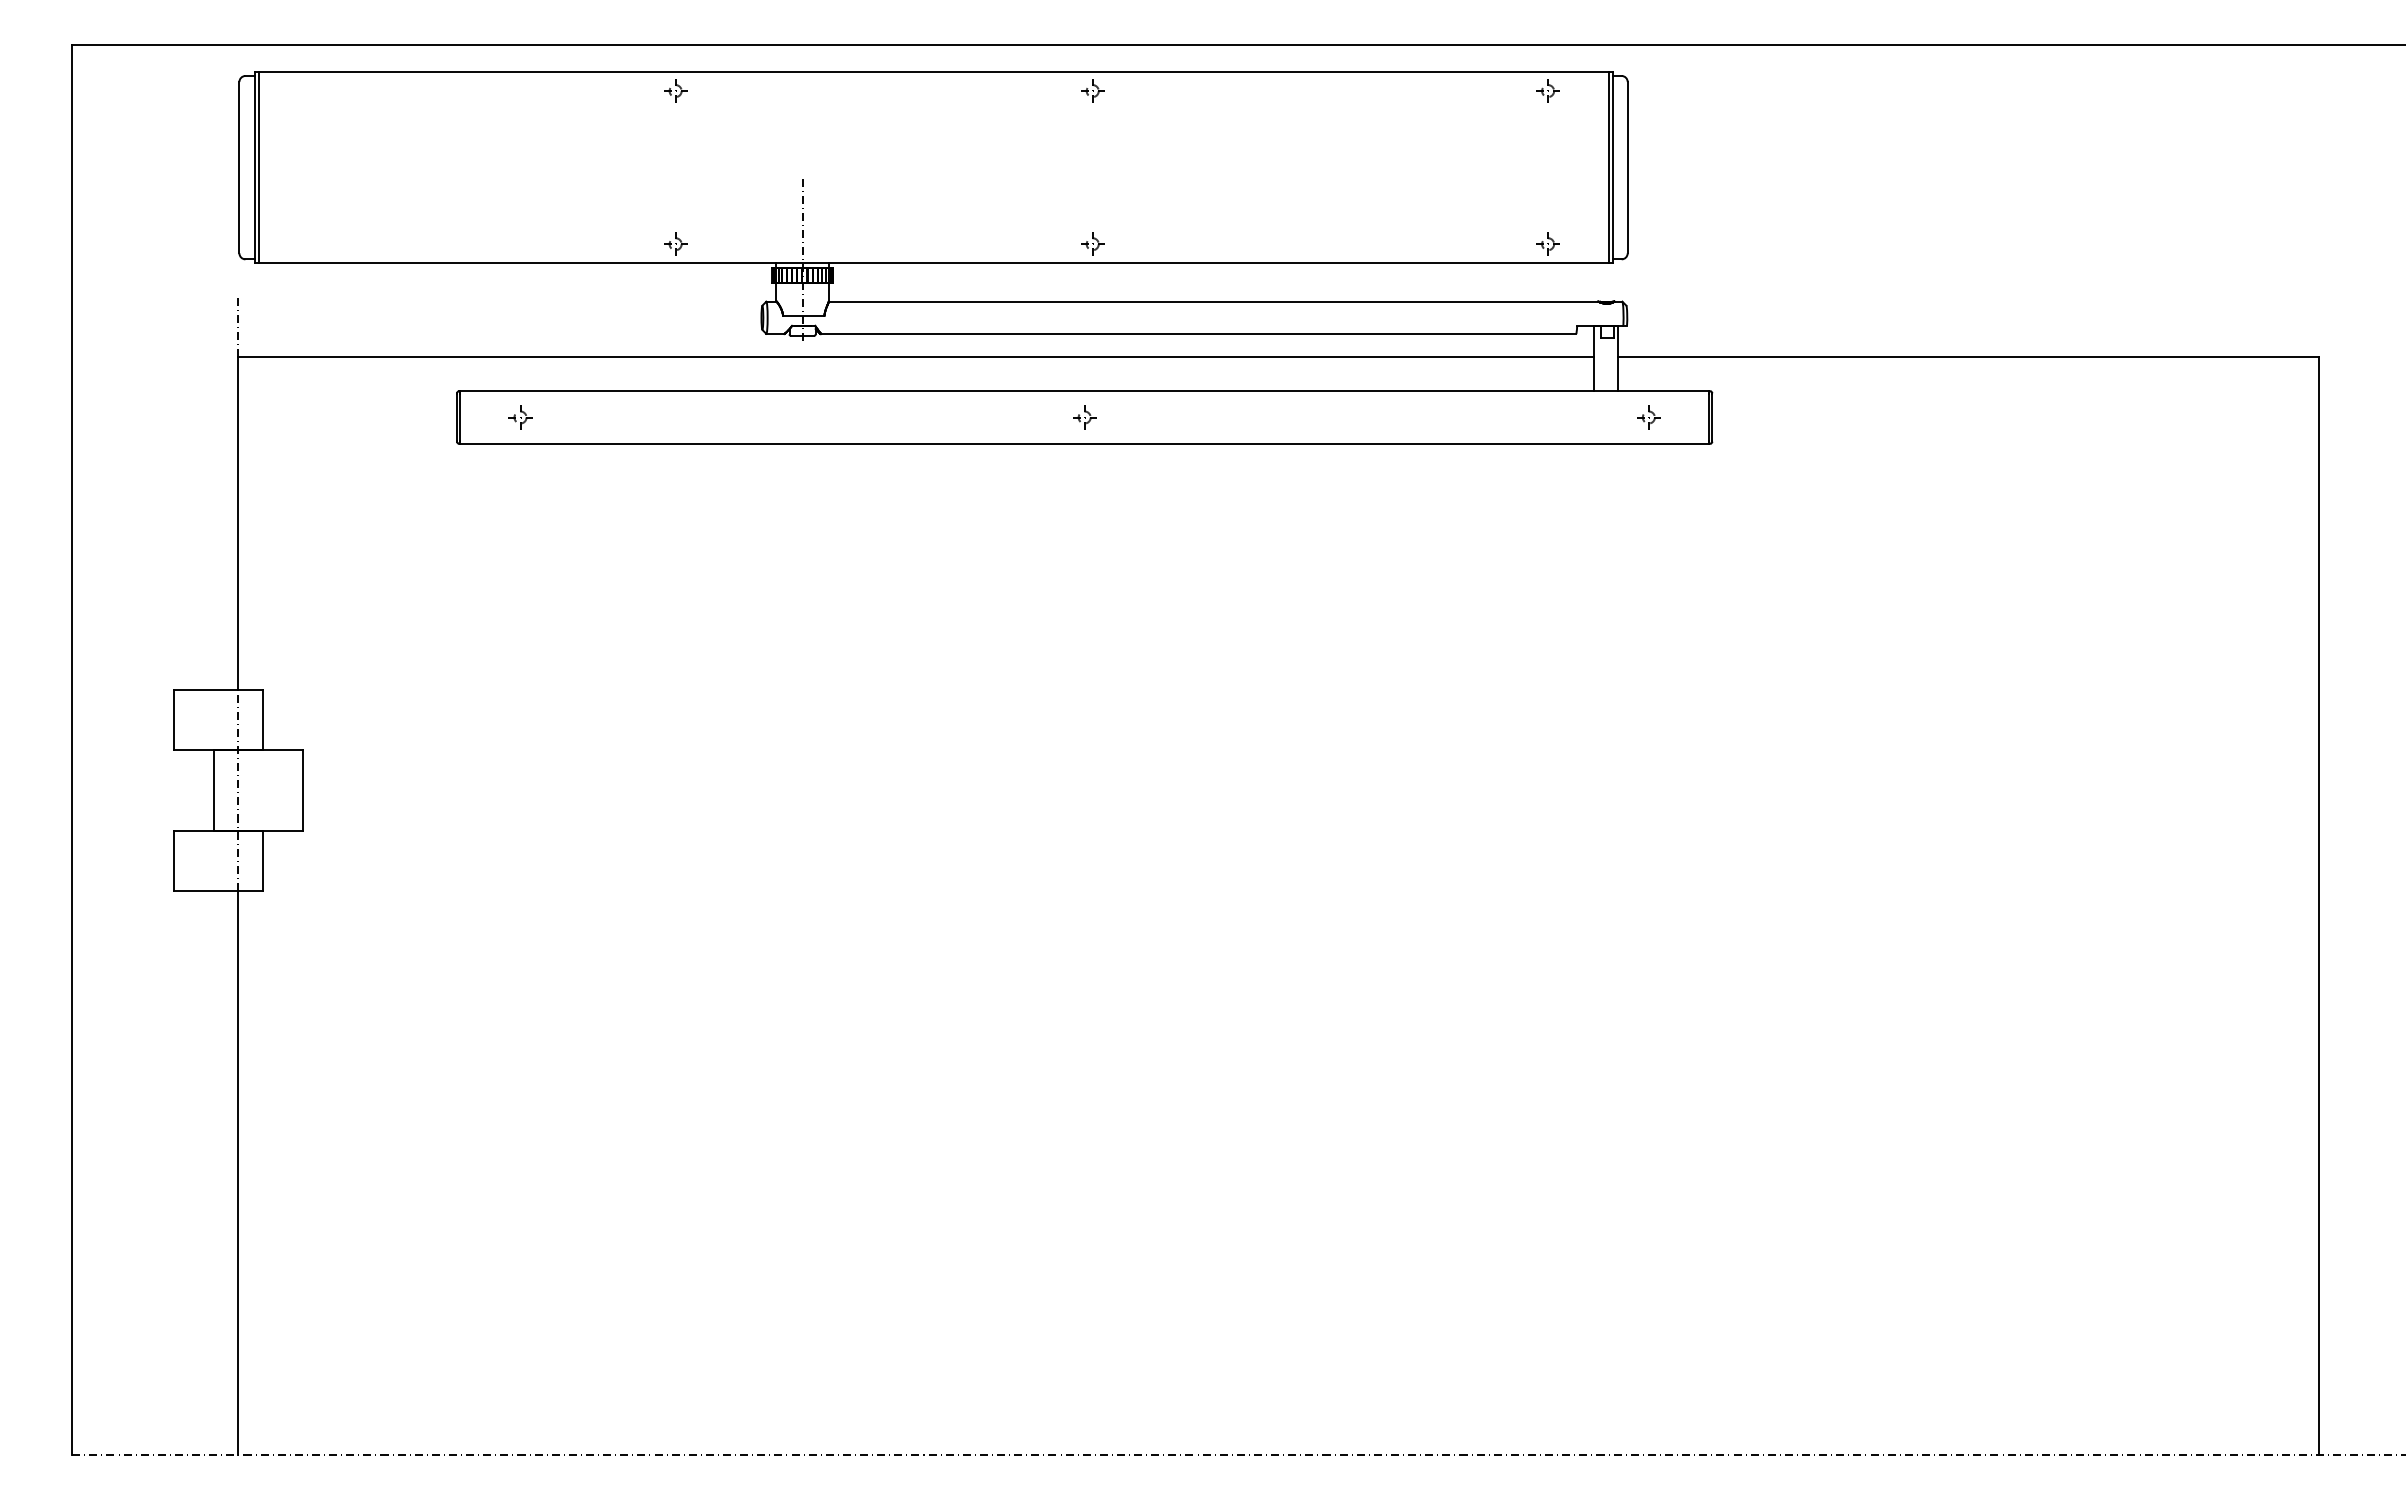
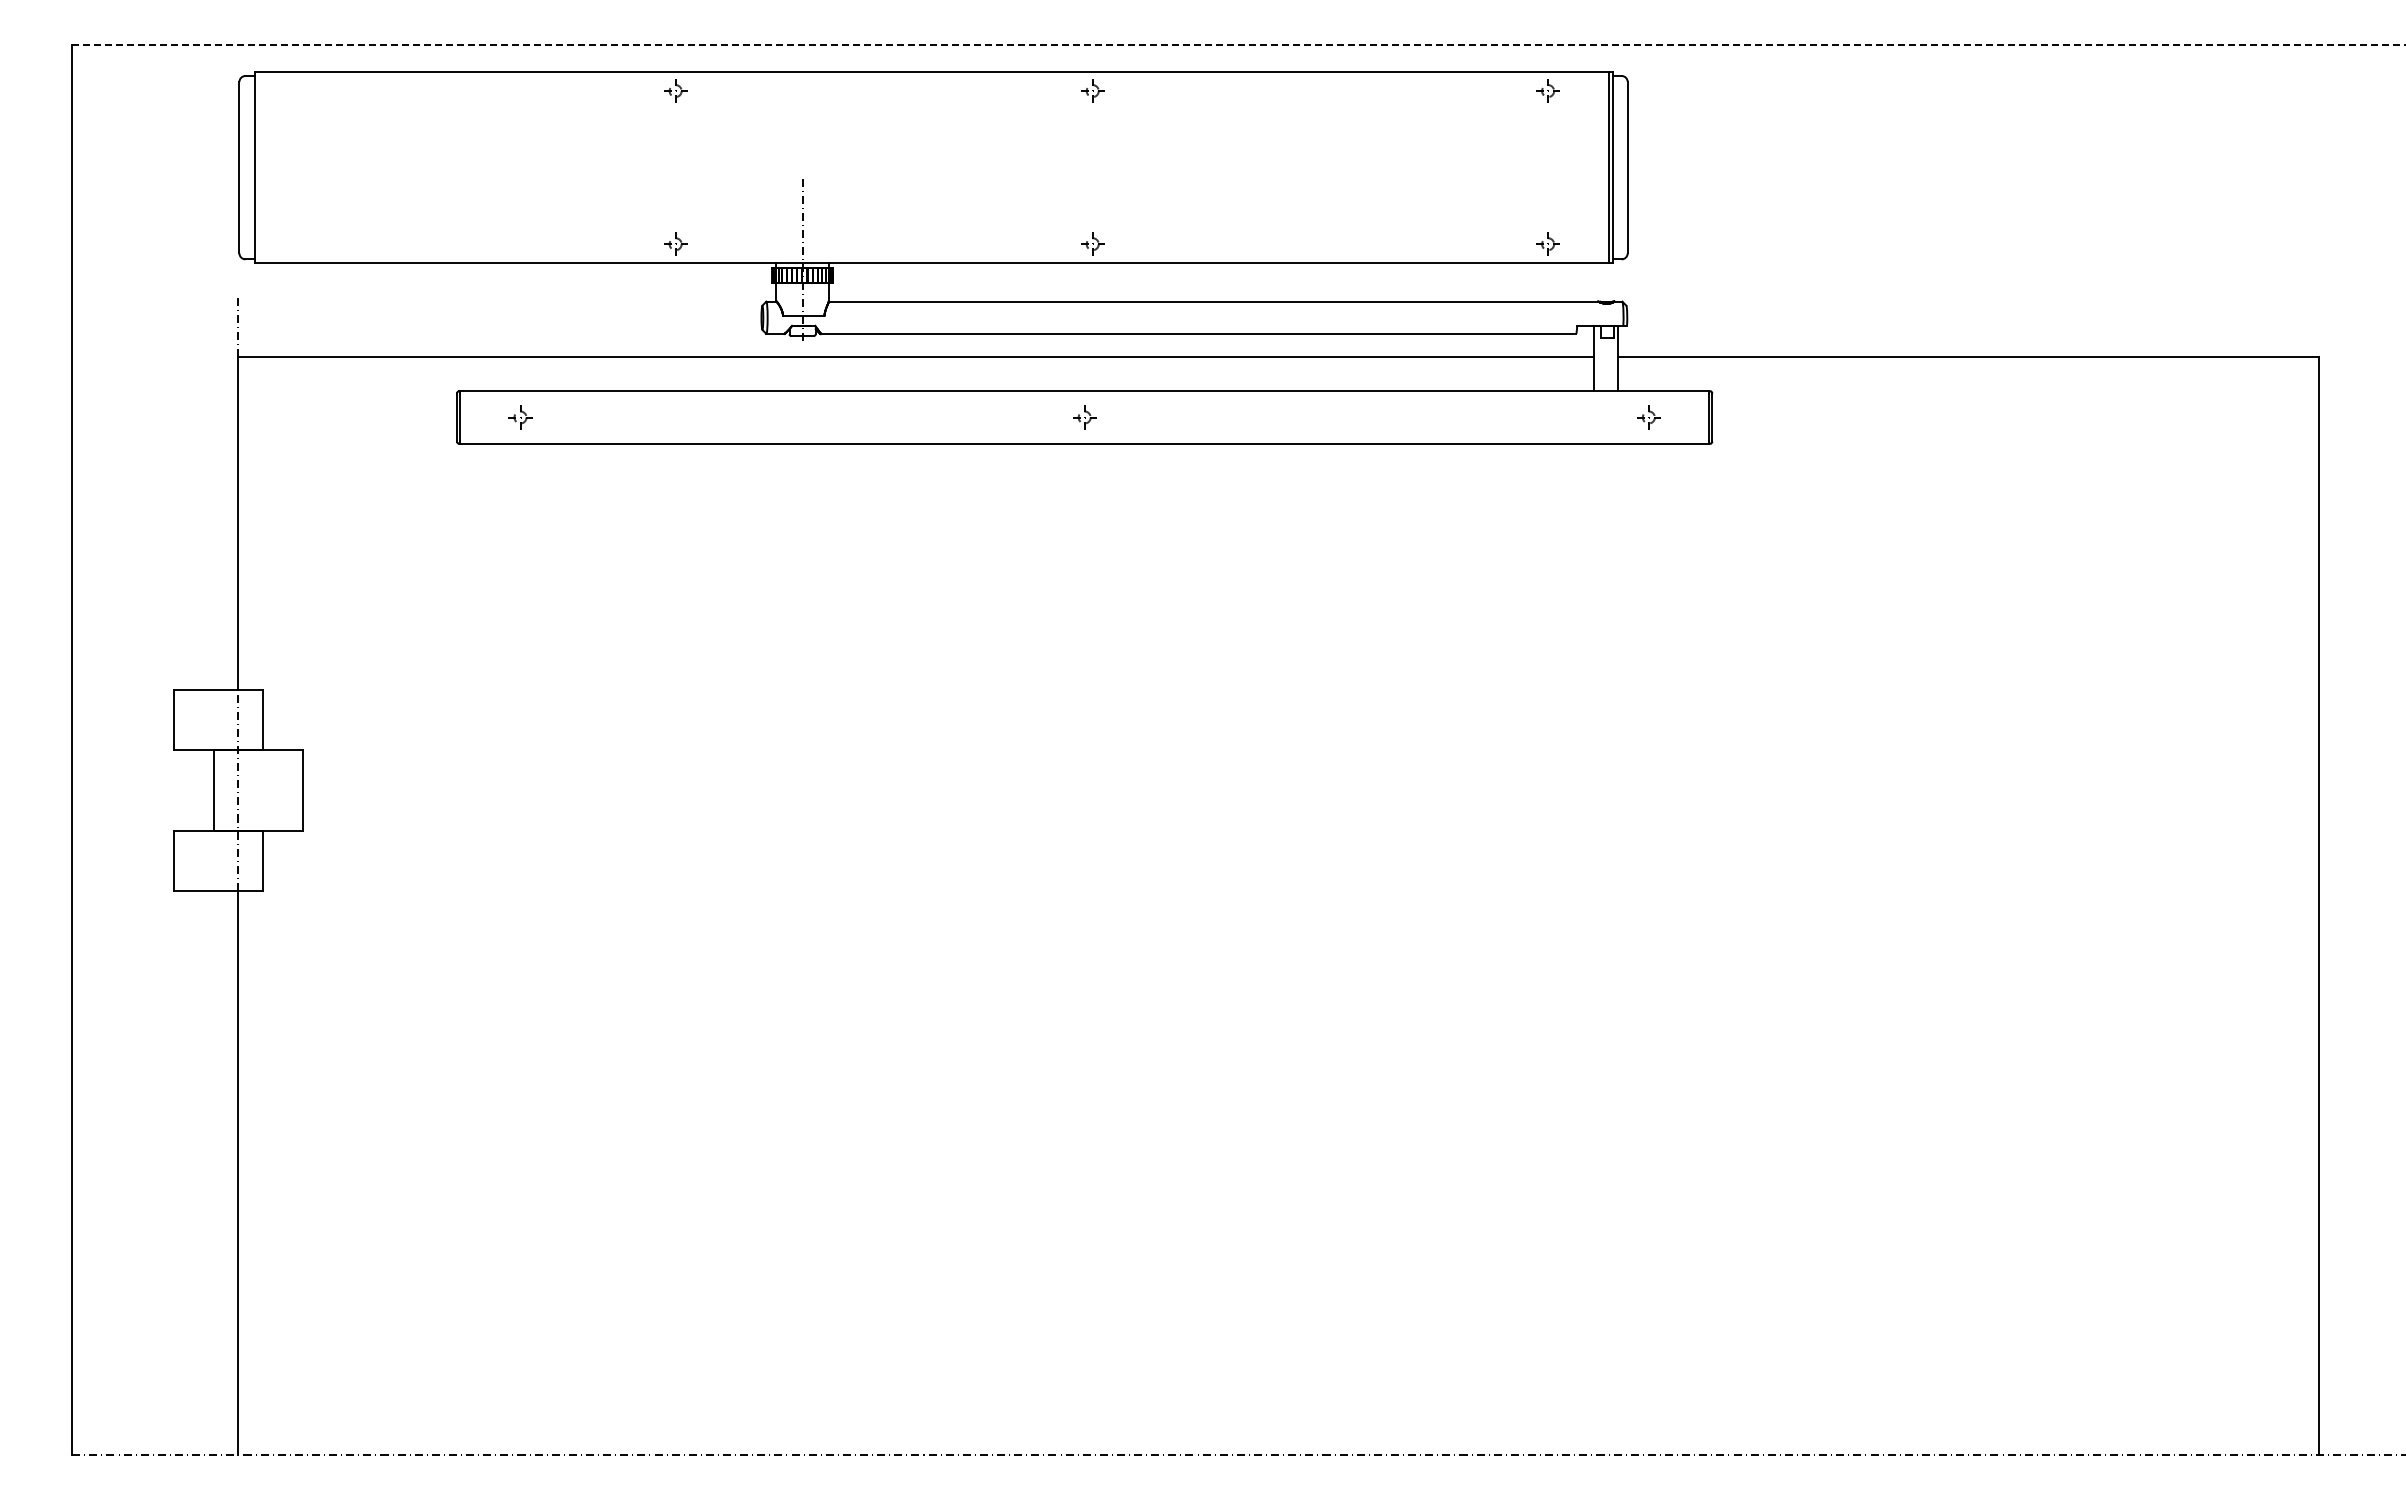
line at (1239, 44): solid -> dashed
line at (258, 167): present -> none
